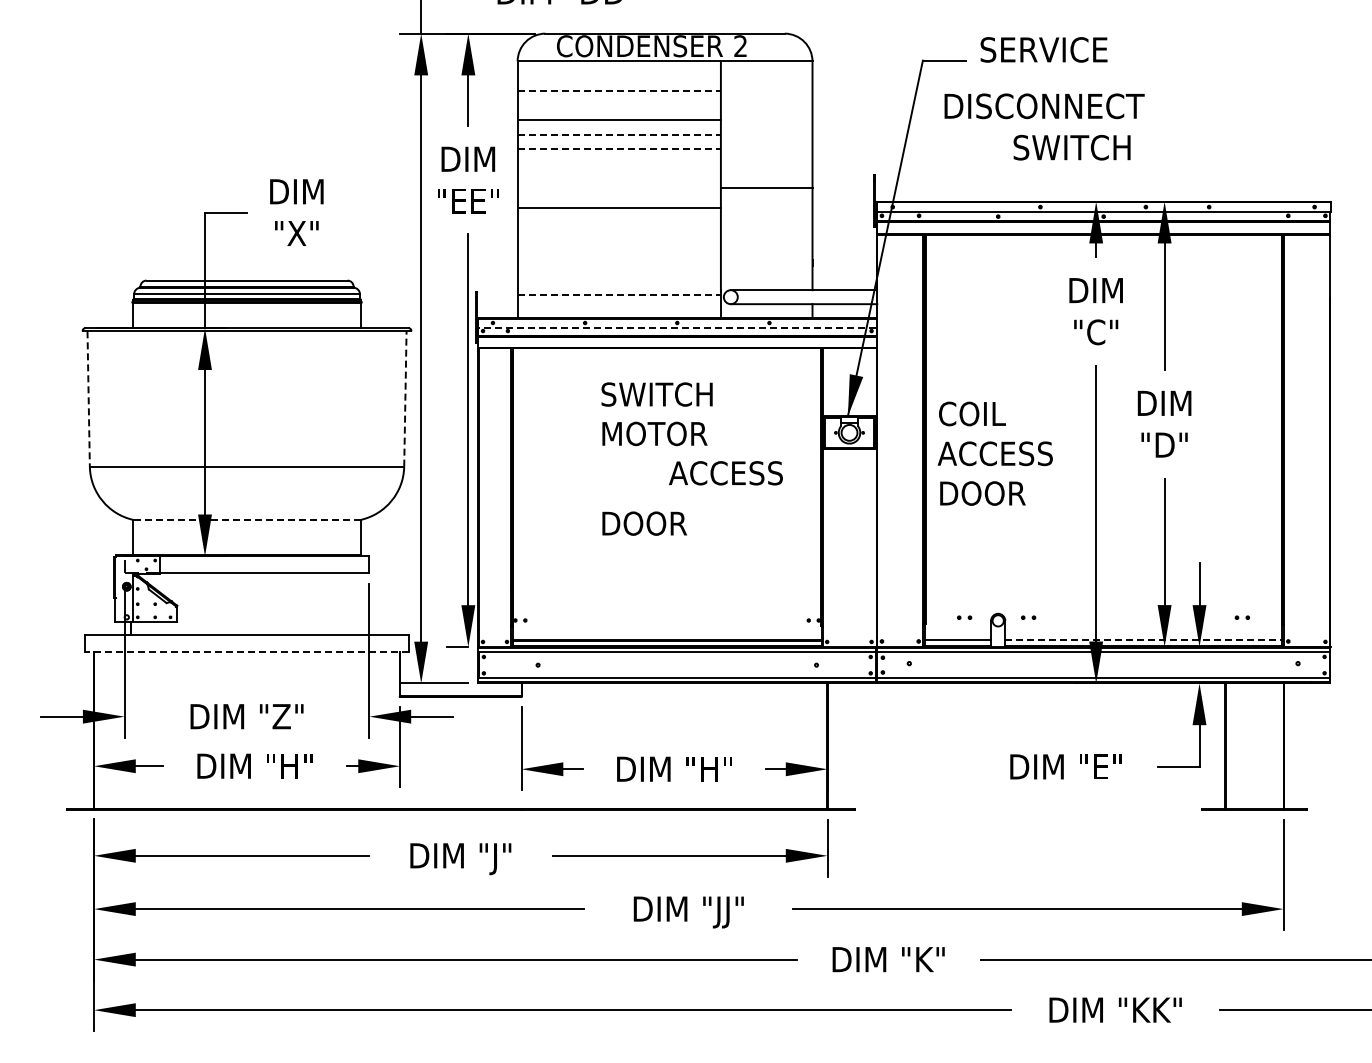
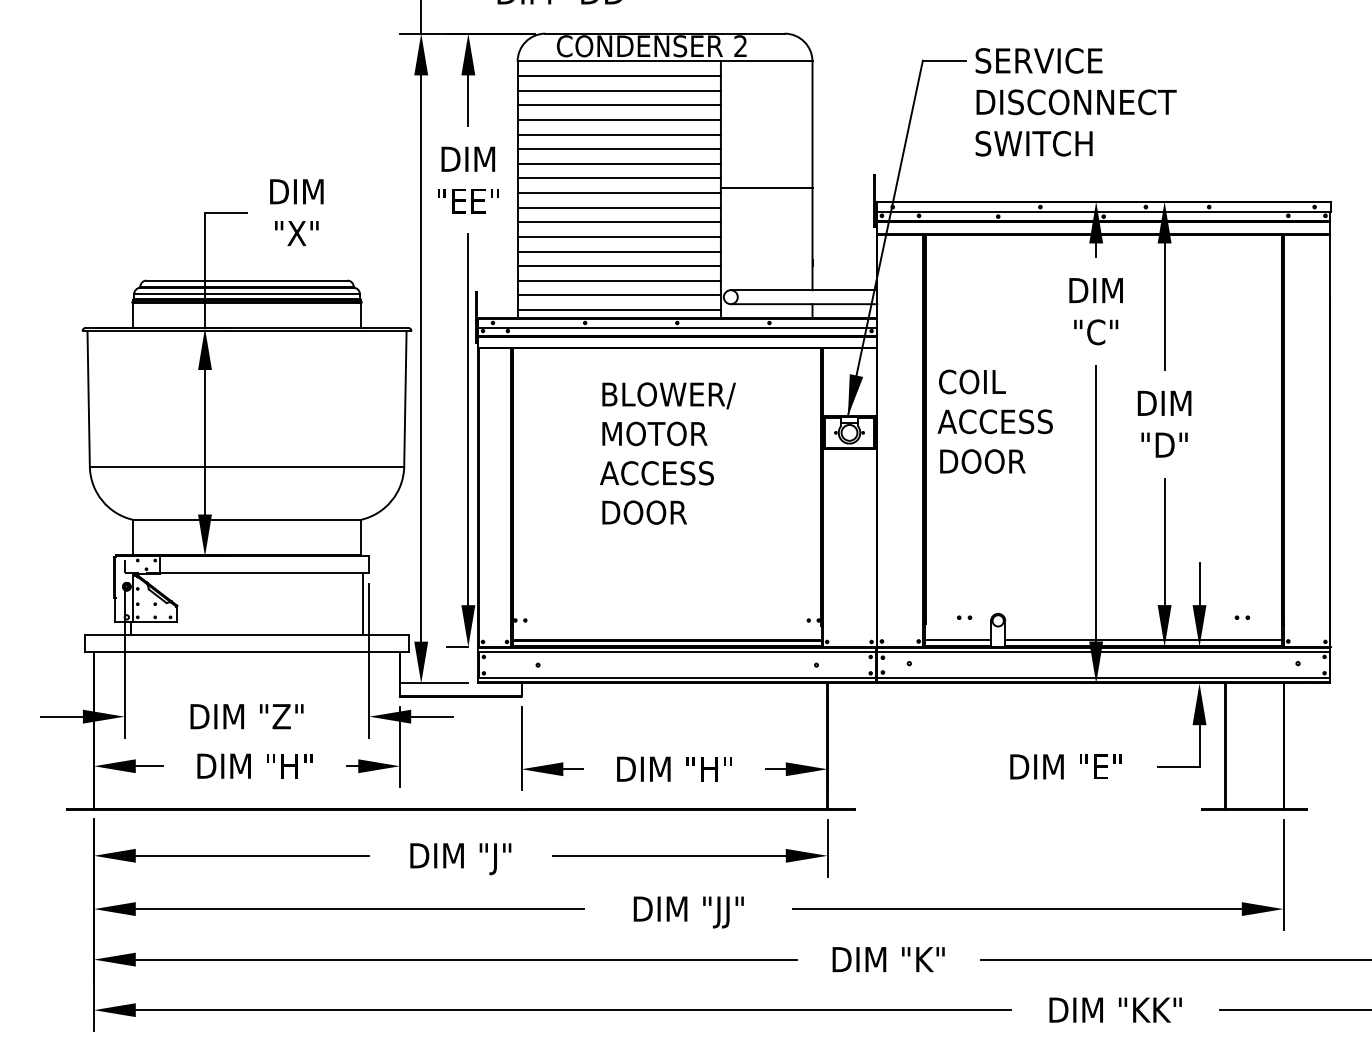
text at (1043, 49) position: (1043, 49) -> (1038, 60)
line at (618, 76): none -> present
line at (619, 90): dashed -> solid
line at (618, 105): none -> present
text at (1044, 106) position: (1044, 106) -> (1076, 102)
line at (619, 134): dashed -> solid
text at (1071, 147) position: (1071, 147) -> (1033, 143)
line at (619, 149): dashed -> solid
line at (618, 163): none -> present
line at (618, 178): none -> present
line at (618, 193): none -> present
line at (618, 222): none -> present
line at (618, 236): none -> present
line at (618, 251): none -> present
line at (618, 266): none -> present
line at (618, 280): none -> present
line at (619, 295): dashed -> solid
line at (618, 310): none -> present
line at (677, 327): dashed -> solid
text at (668, 395): SWITCH -> BLOWER/
line at (88, 398): dashed -> solid
line at (405, 398): dashed -> solid
text at (994, 453) position: (994, 453) -> (994, 421)
text at (725, 473) position: (725, 473) -> (656, 473)
line at (247, 519): dashed -> solid
text at (644, 523) position: (644, 523) -> (644, 512)
line at (362, 603): none -> present
part at (1028, 617): present -> none
line at (1144, 639): dashed -> solid
line at (246, 652): dashed -> solid
